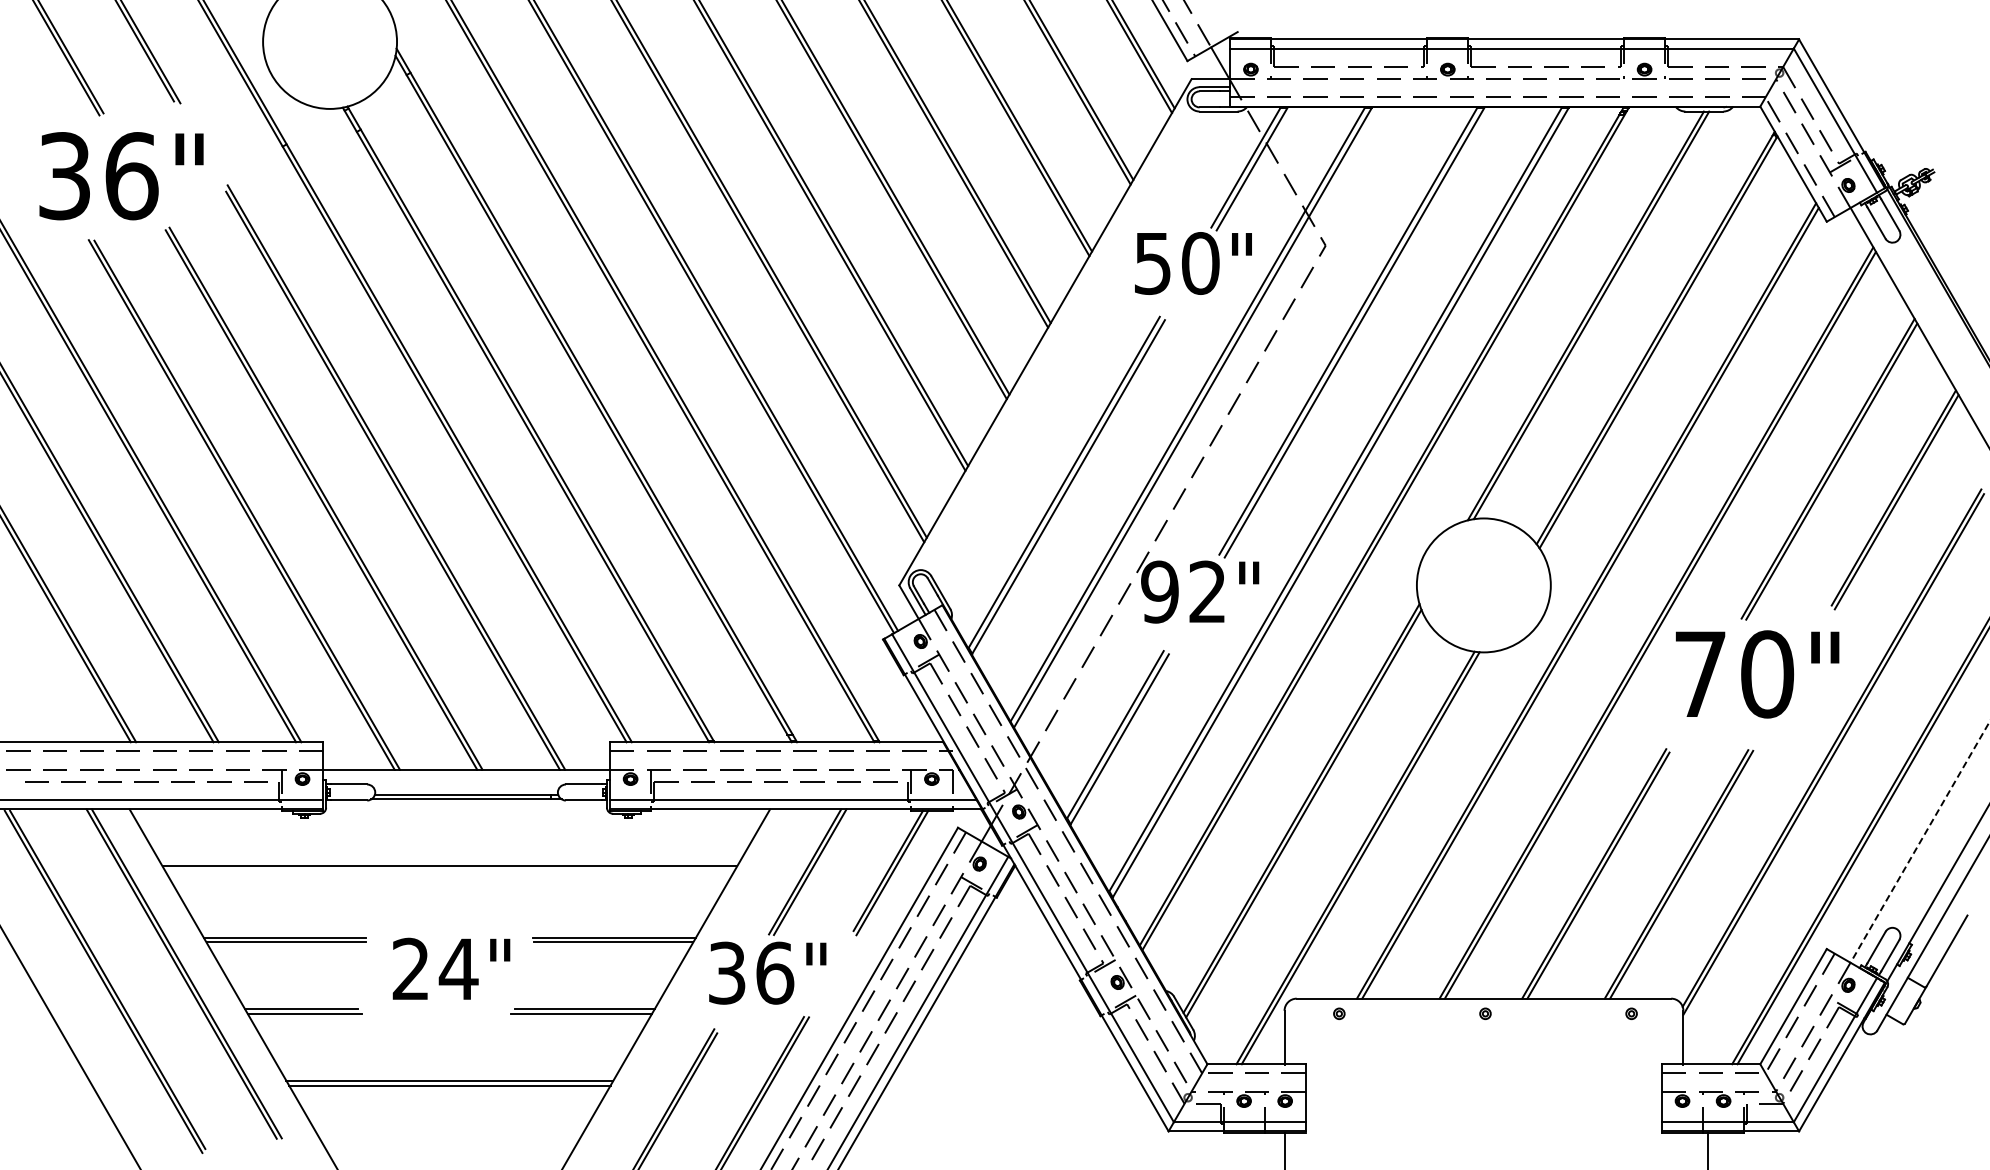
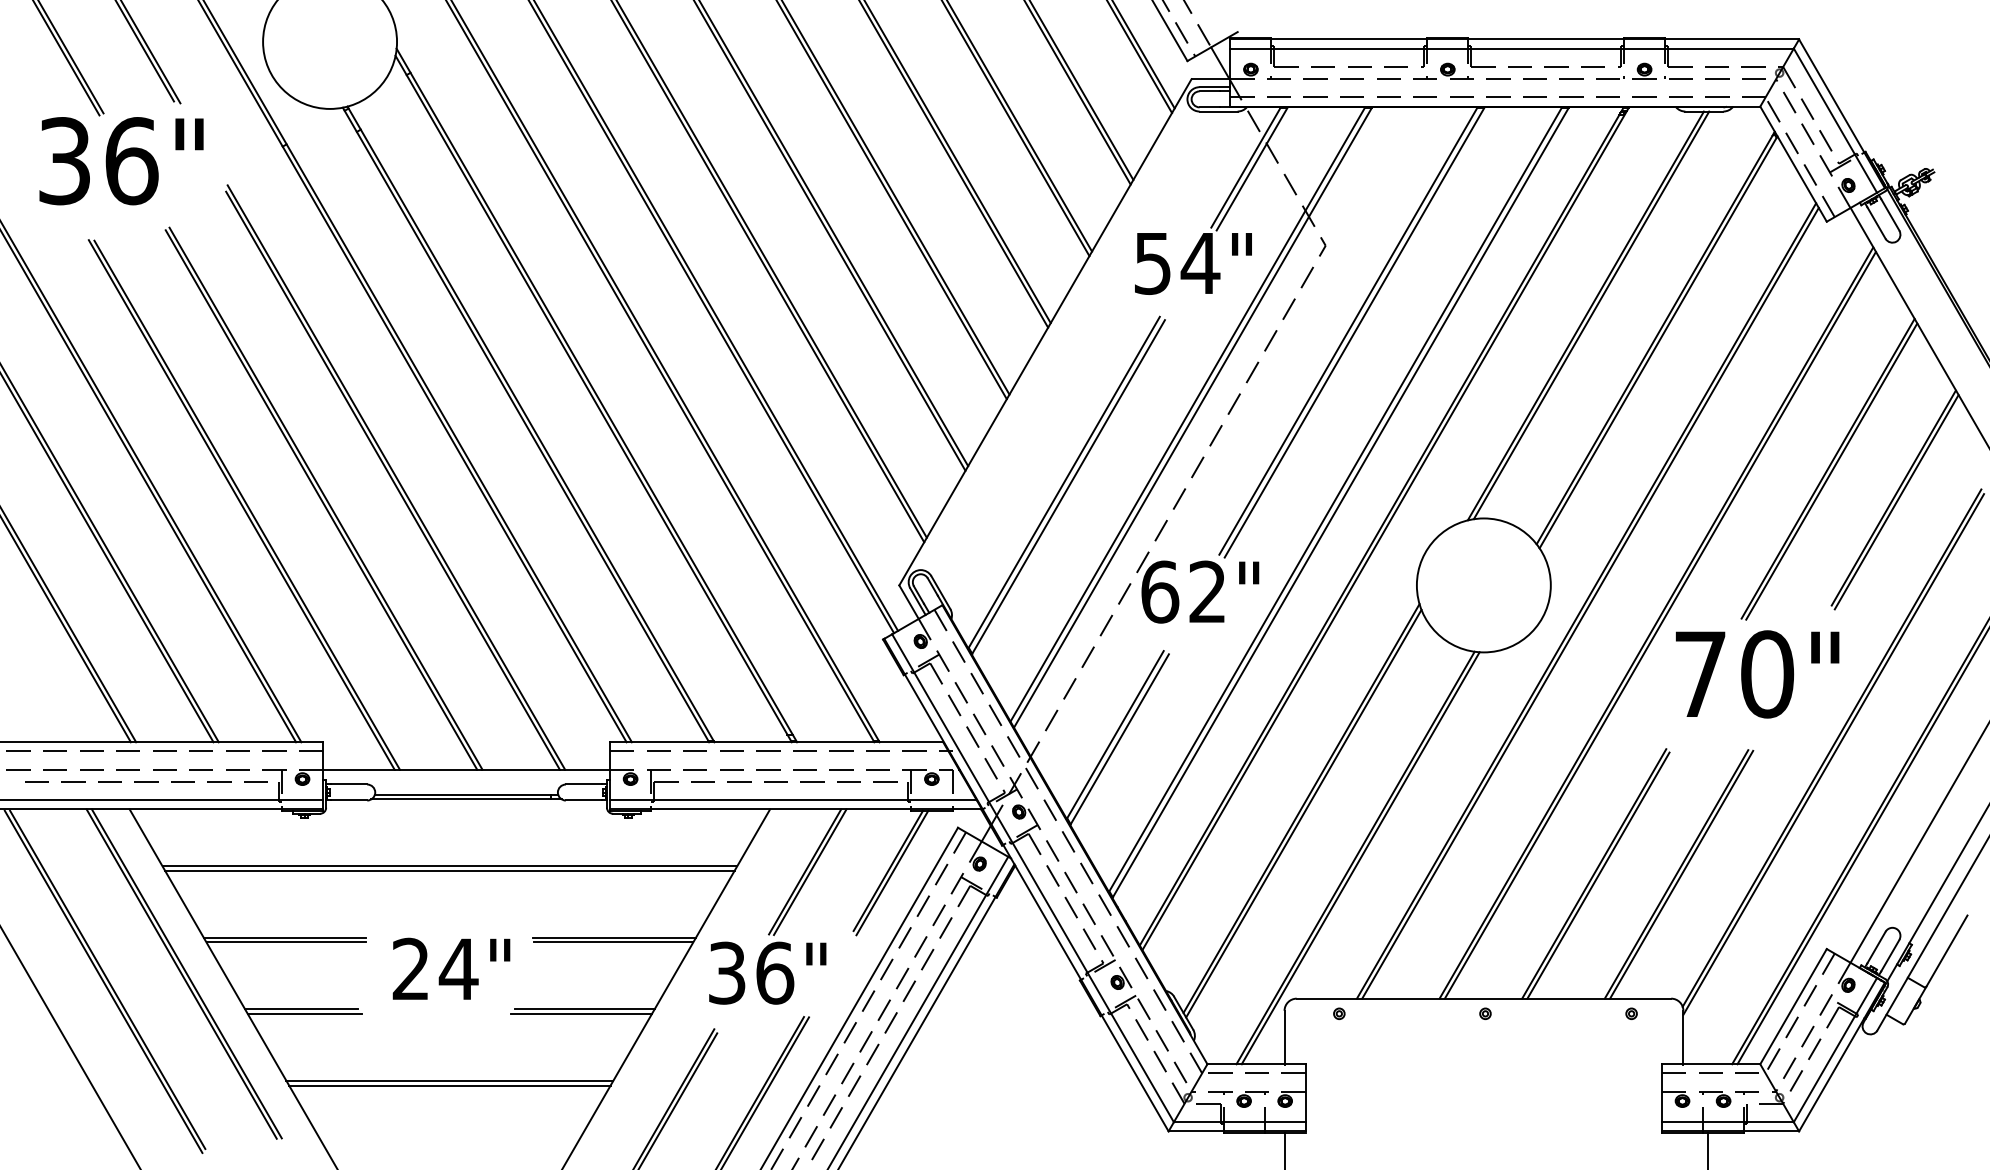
text at (121, 176) position: (121, 176) -> (121, 161)
text at (1200, 263): 50" -> 54"
text at (1160, 591): 92" -> 62"
line at (1920, 842): dashed -> solid
line at (449, 870): none -> present
